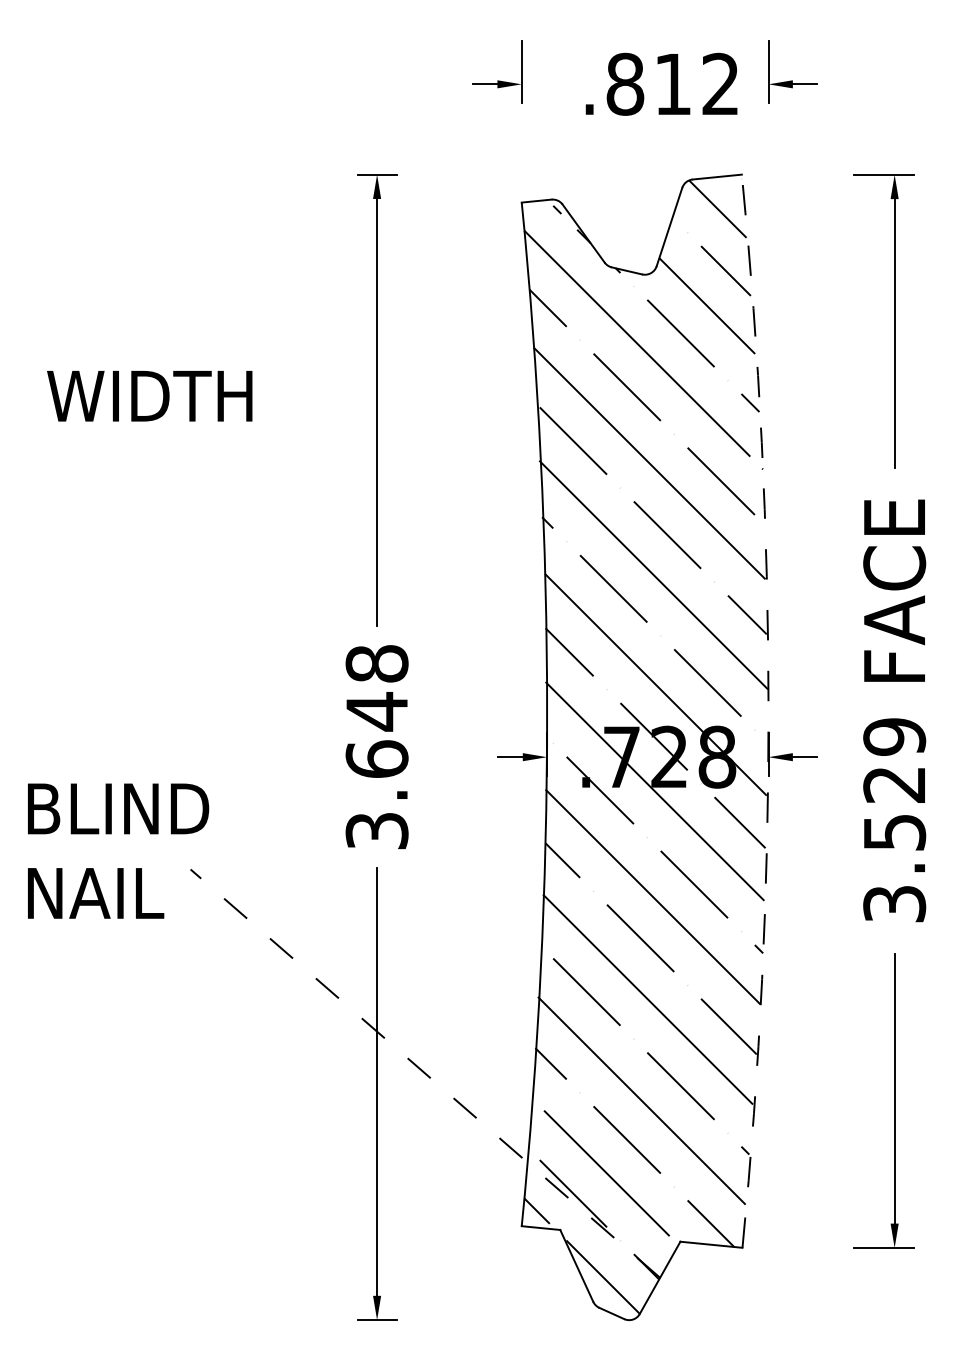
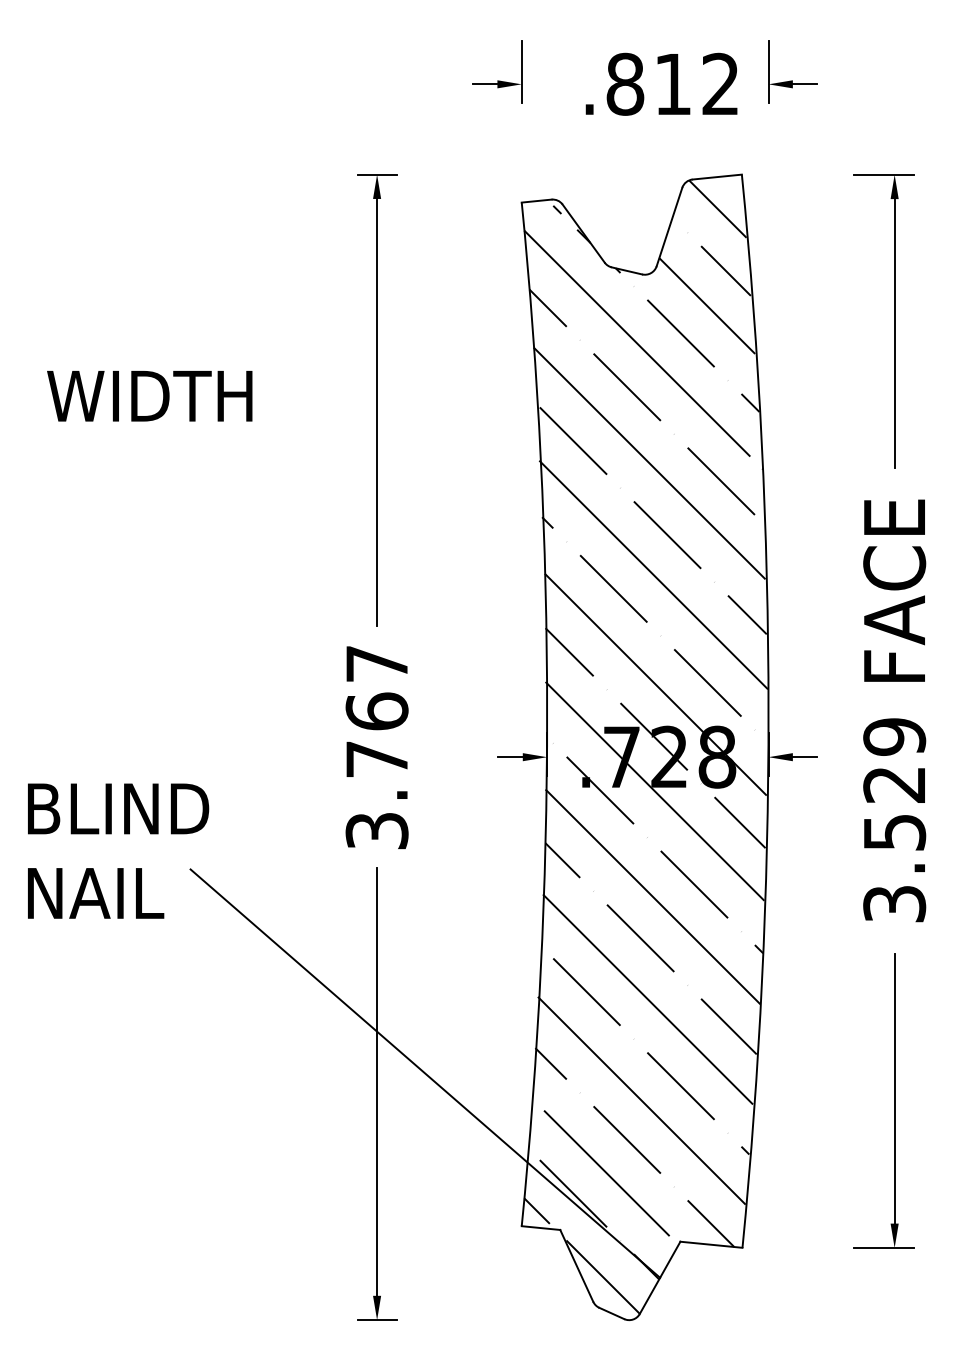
text at (376, 711): 3.648 -> 3.767
arc at (768, 711): dashed -> solid
line at (424, 1073): dashed -> solid
